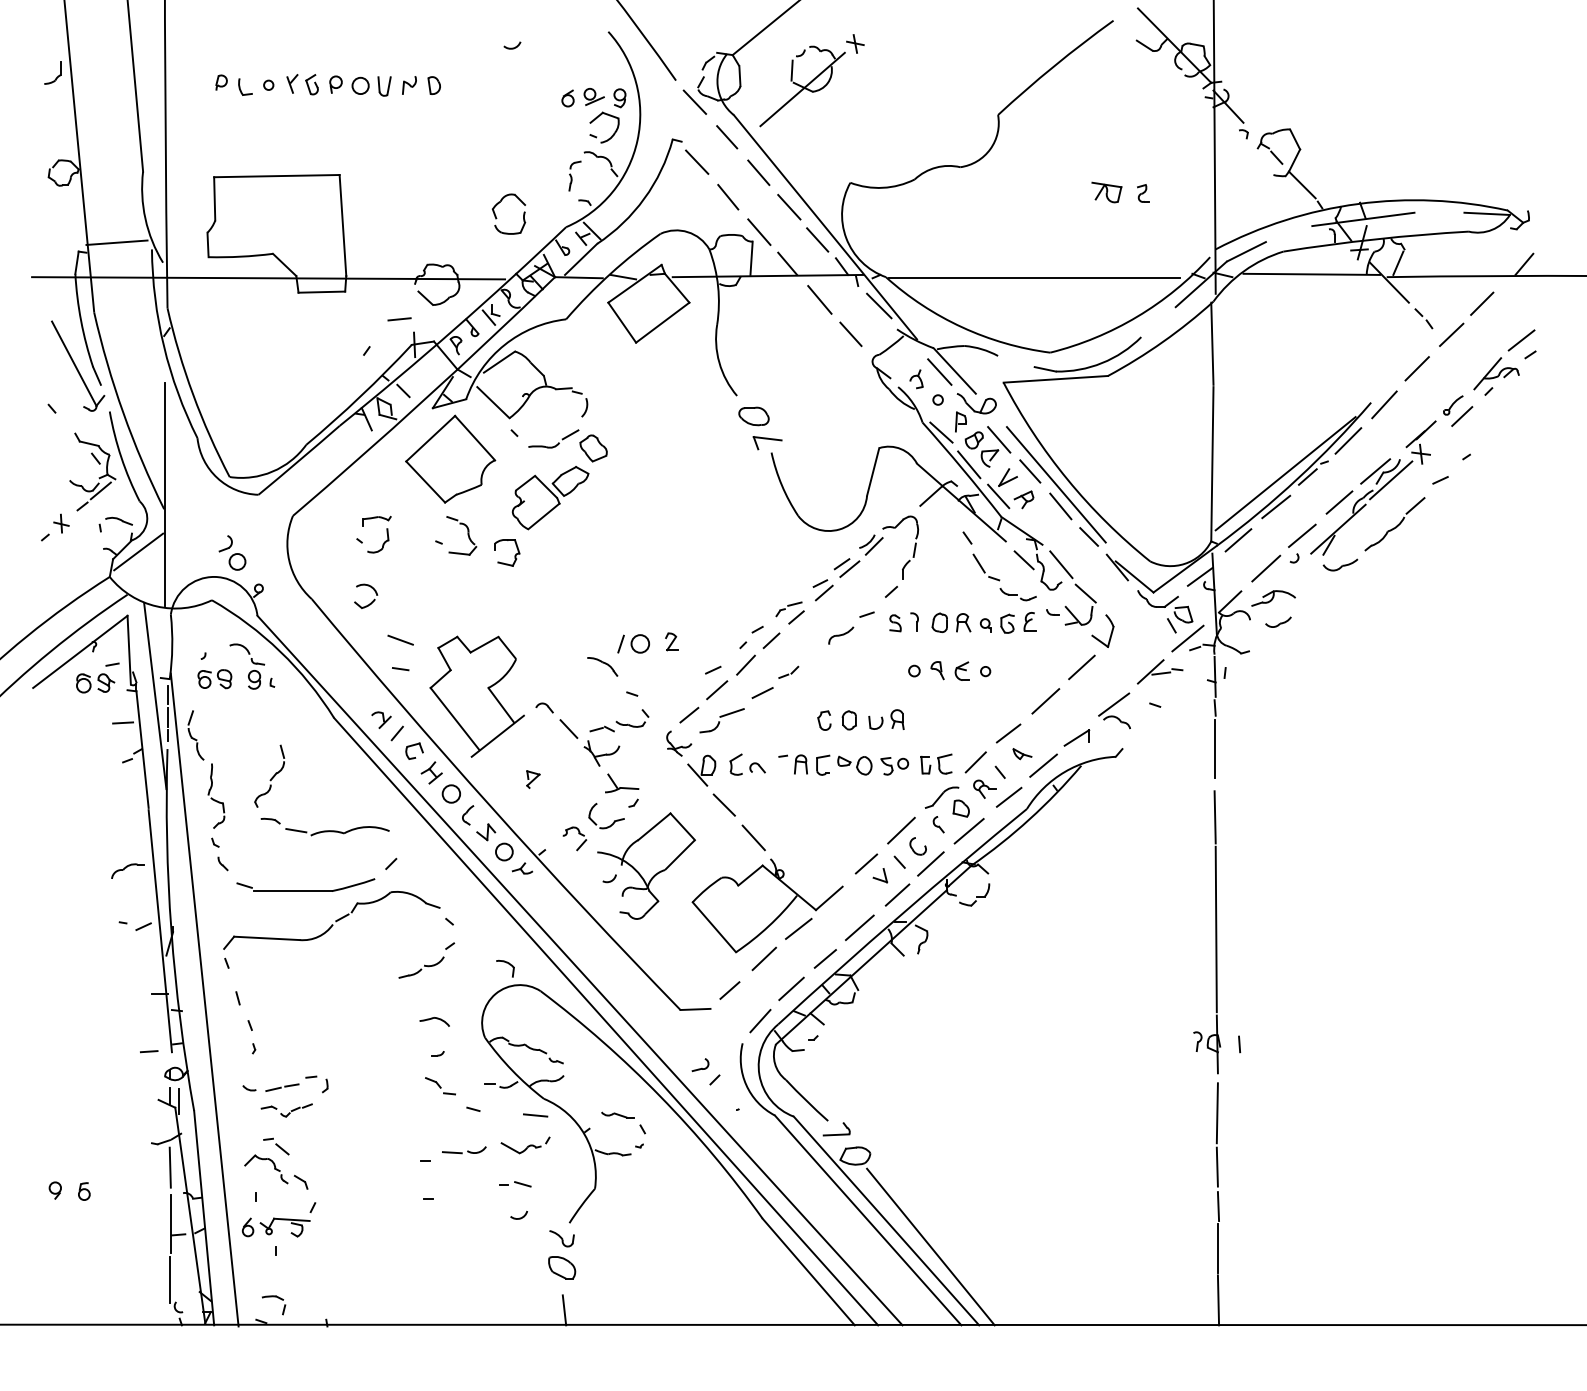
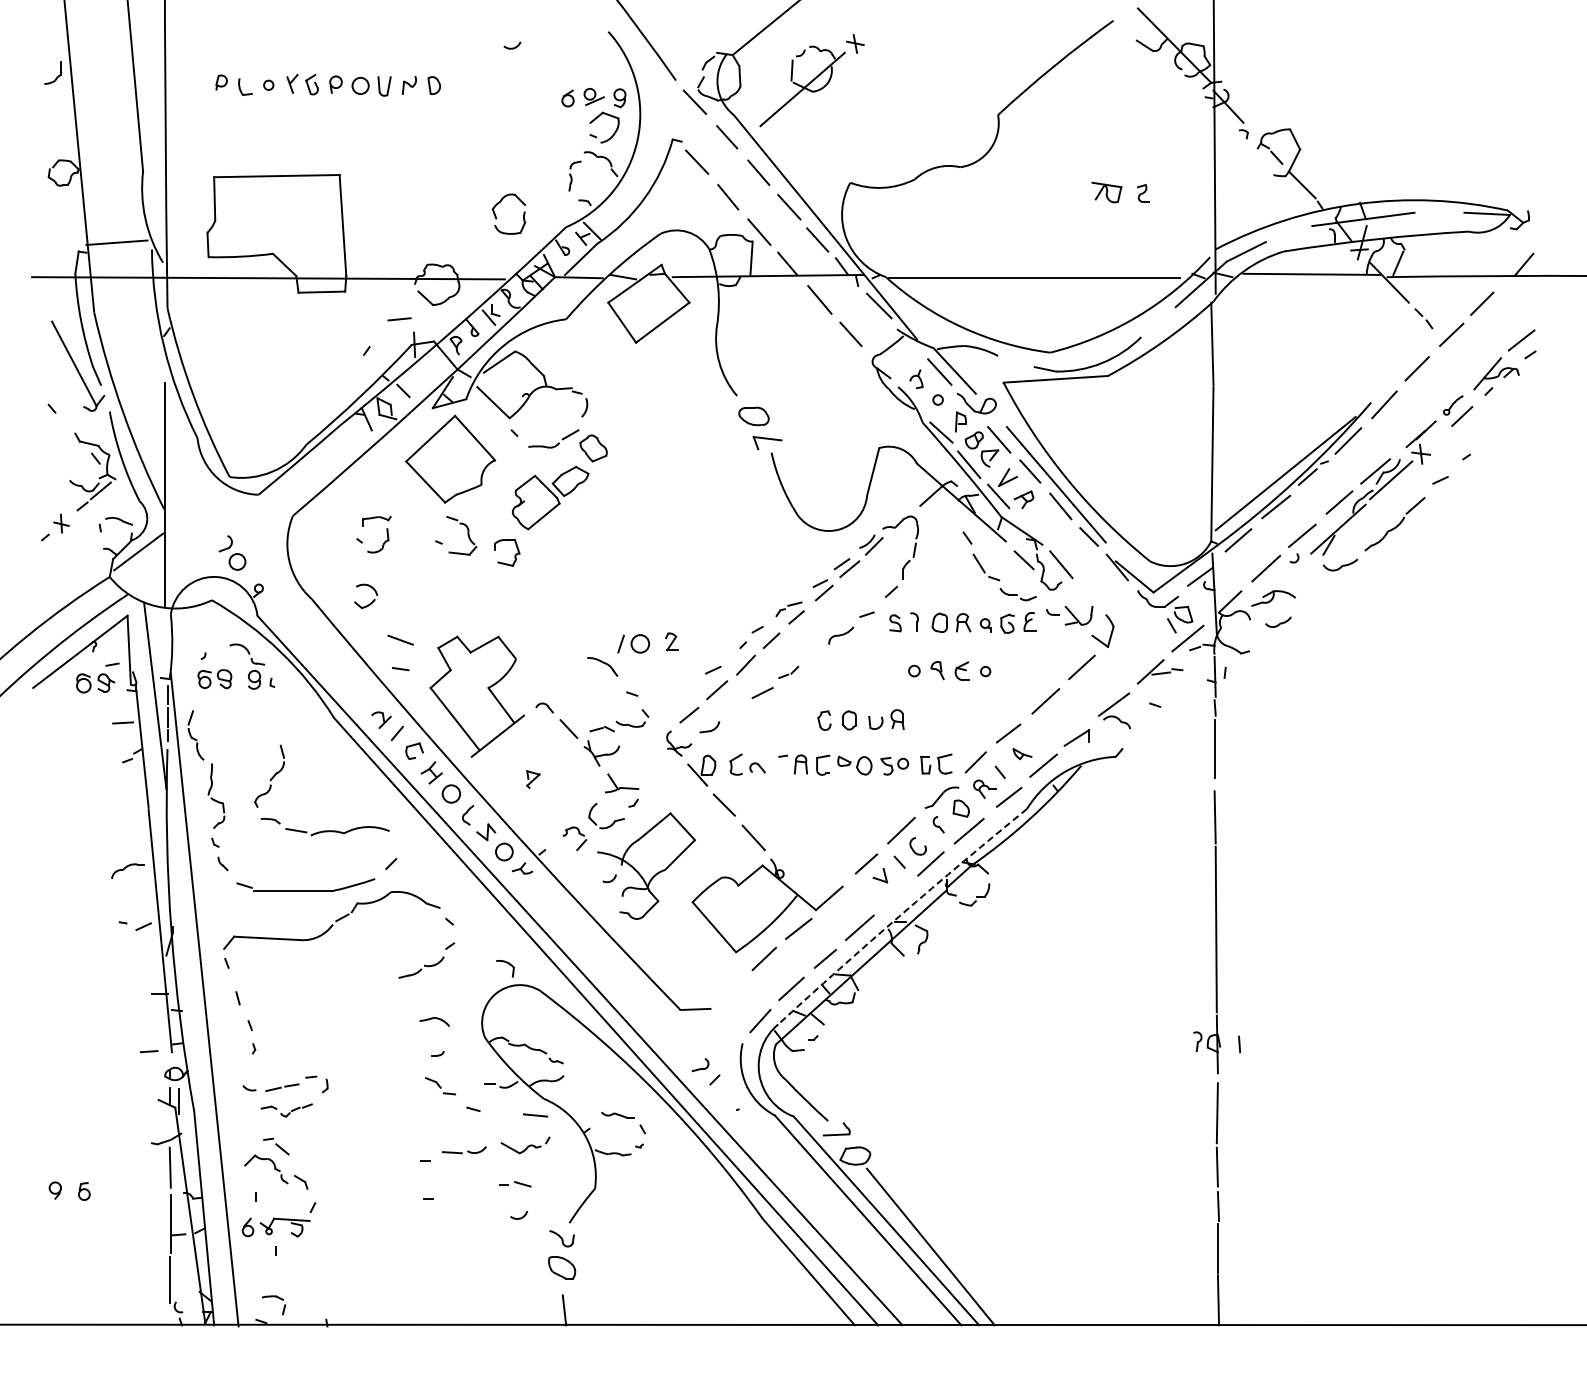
line at (1085, 593): present -> none
line at (731, 712): present -> none
line at (897, 894): present -> none
arc at (901, 914): solid -> dashed
line at (729, 990): present -> none
